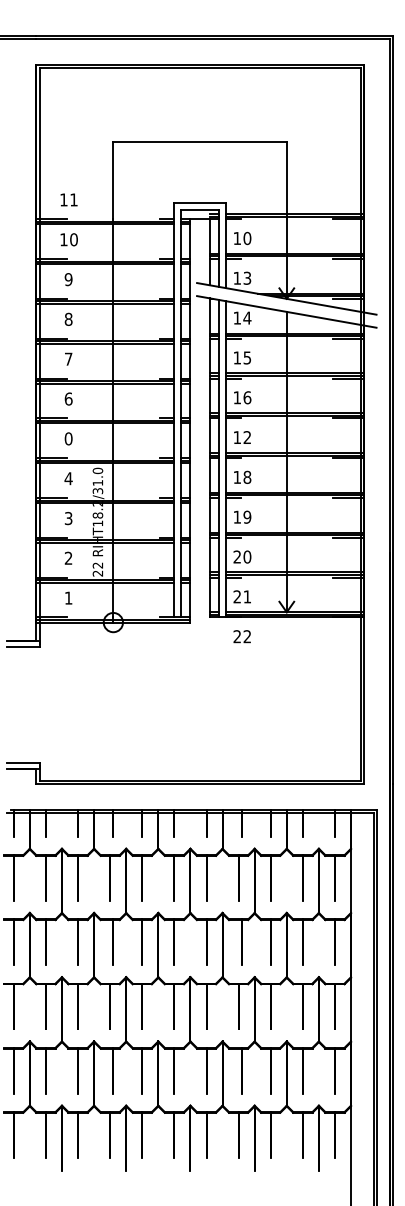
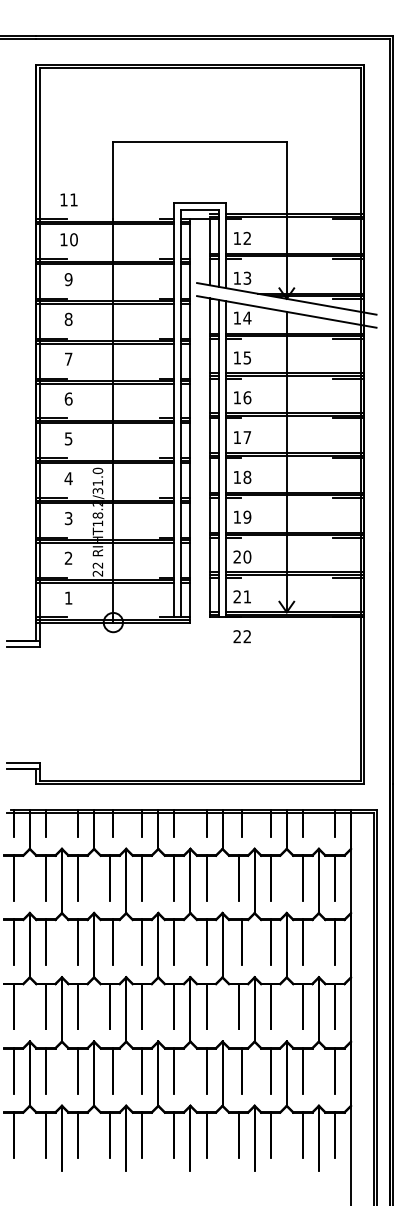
text at (247, 238): 10 -> 12
text at (247, 437): 12 -> 17
text at (68, 438): 0 -> 5
